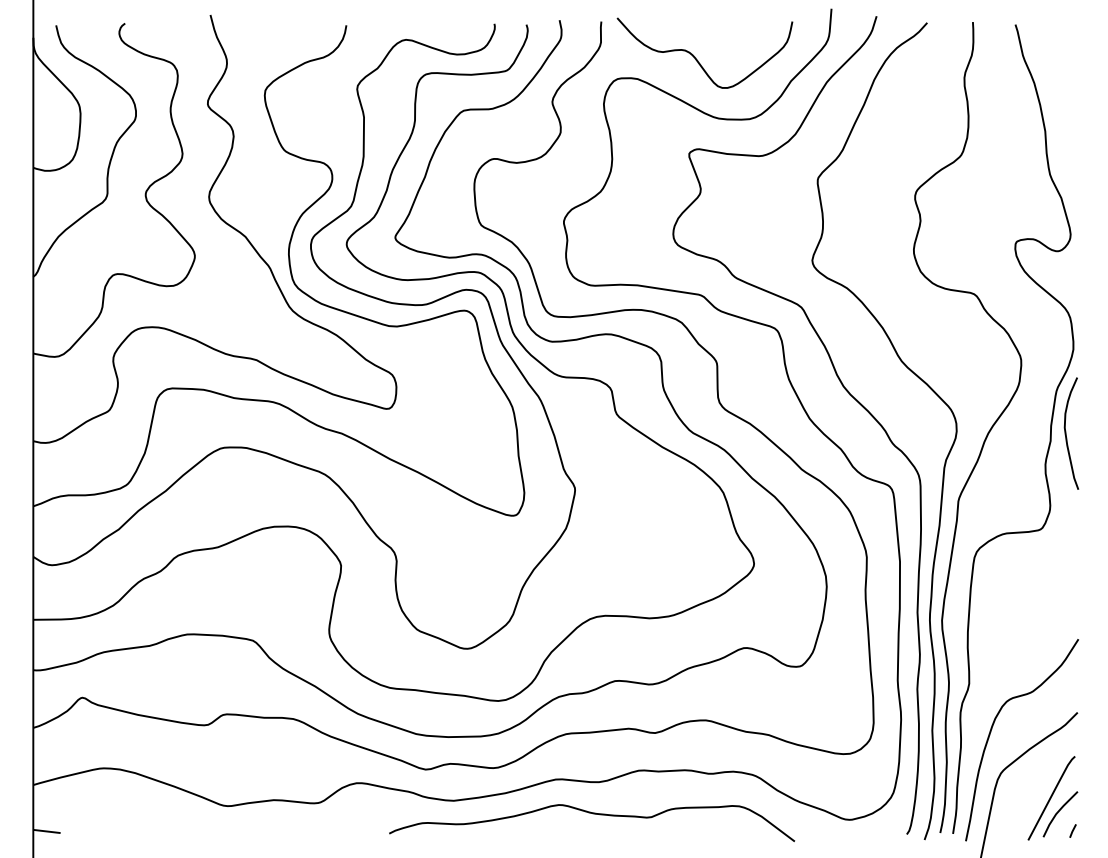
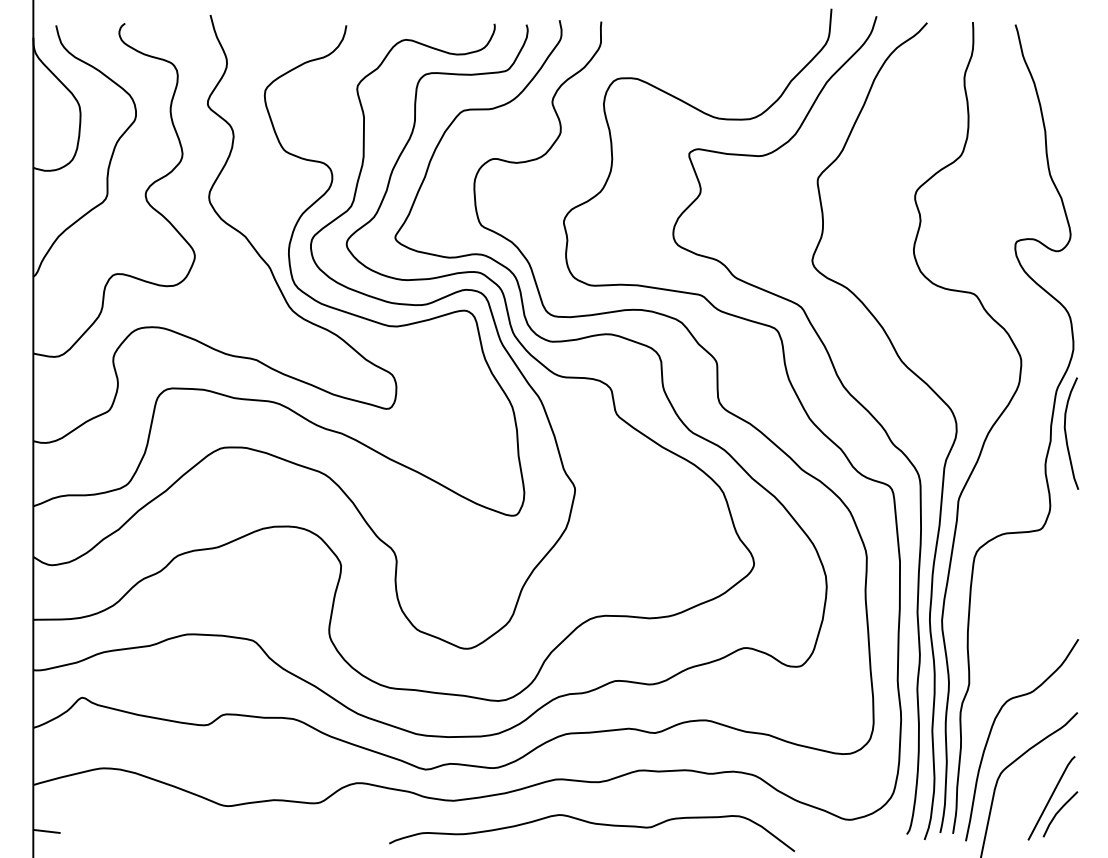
curve at (695, 56): present -> none
curve at (592, 814) position: (592, 814) -> (592, 824)
line at (1072, 830): present -> none
